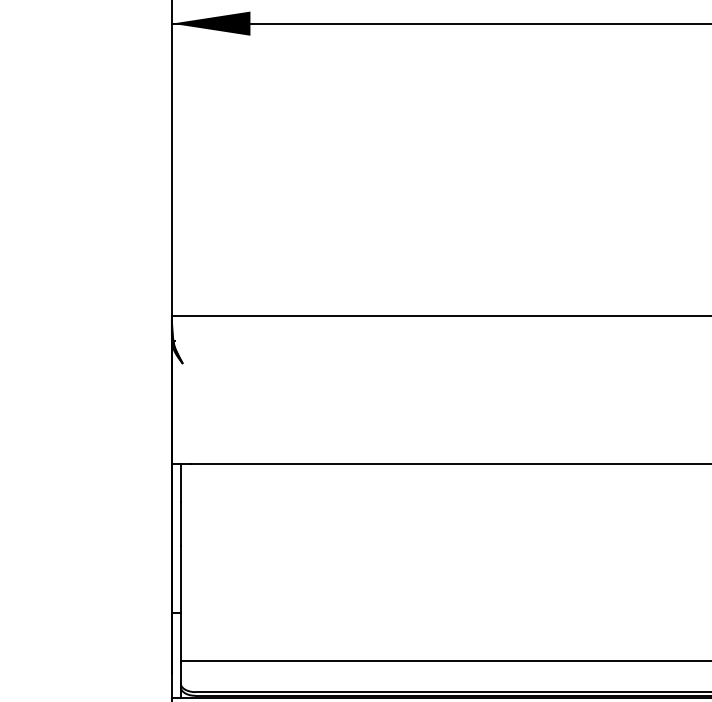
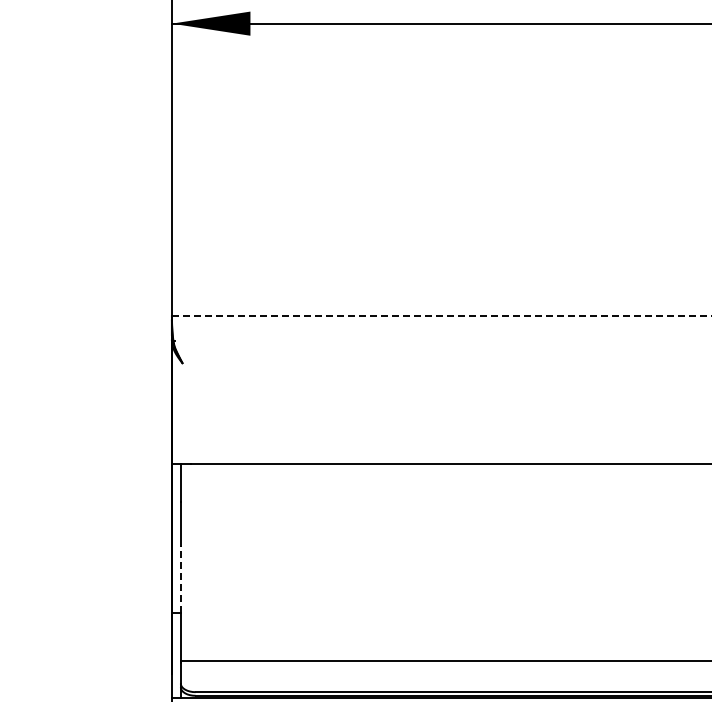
line at (441, 315): solid -> dashed
line at (180, 579): solid -> dashed
